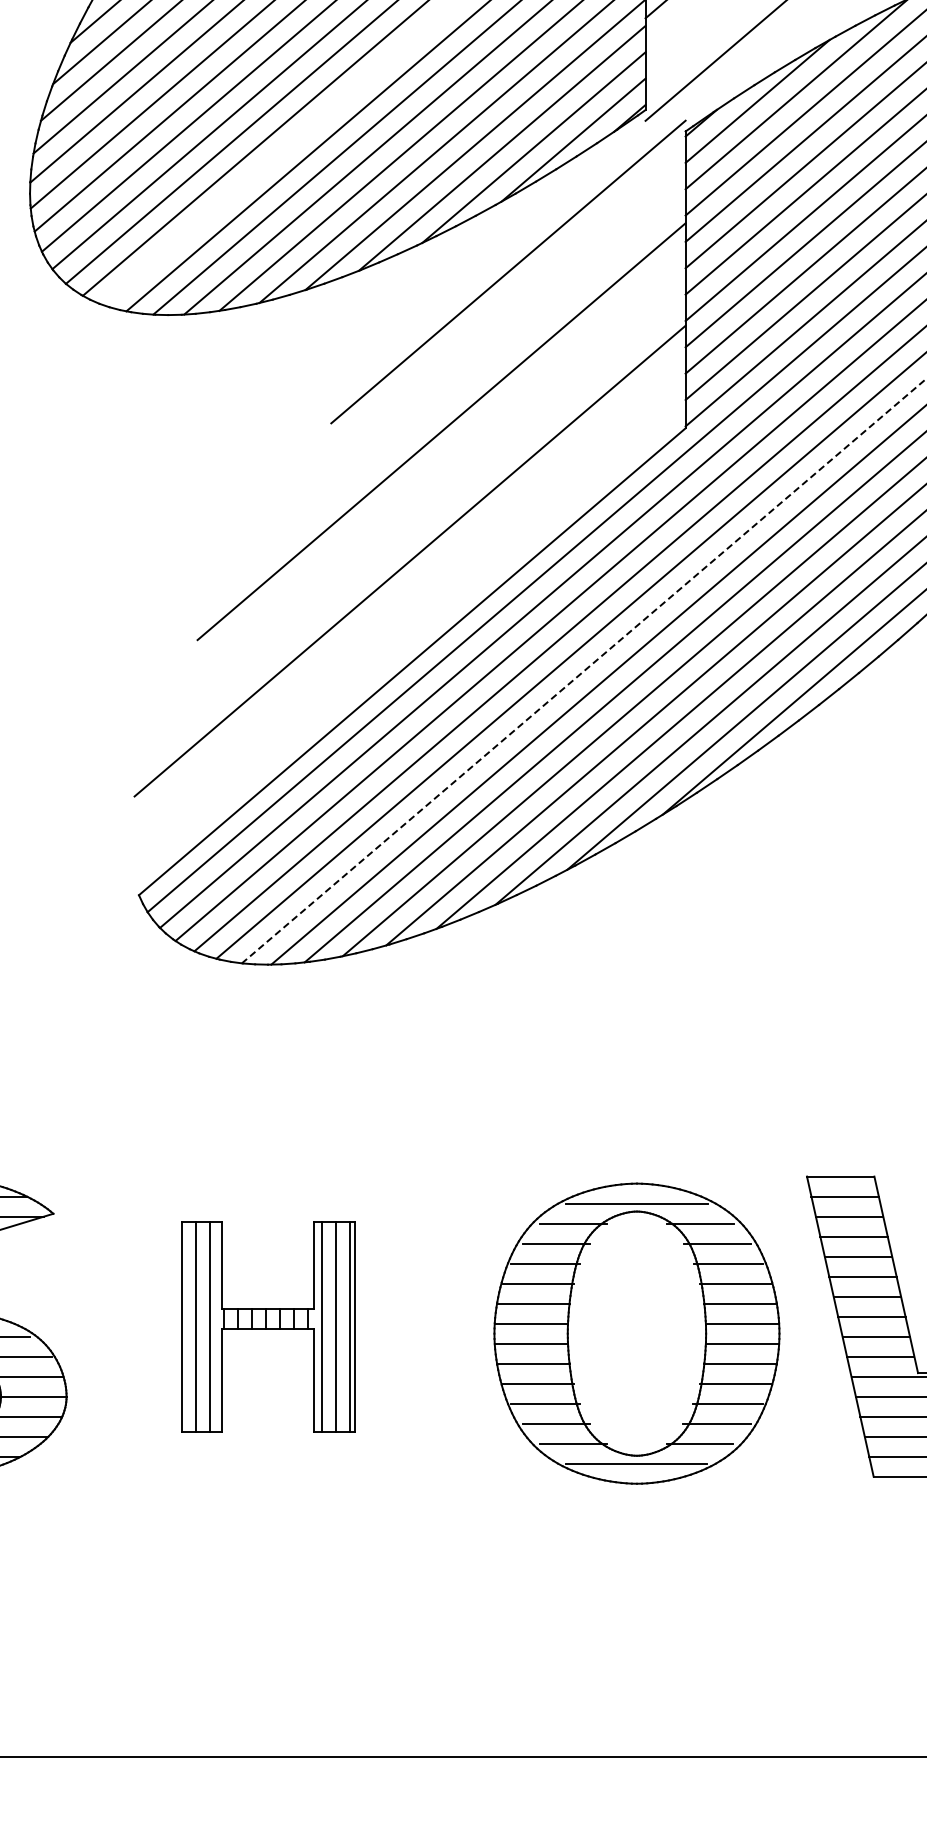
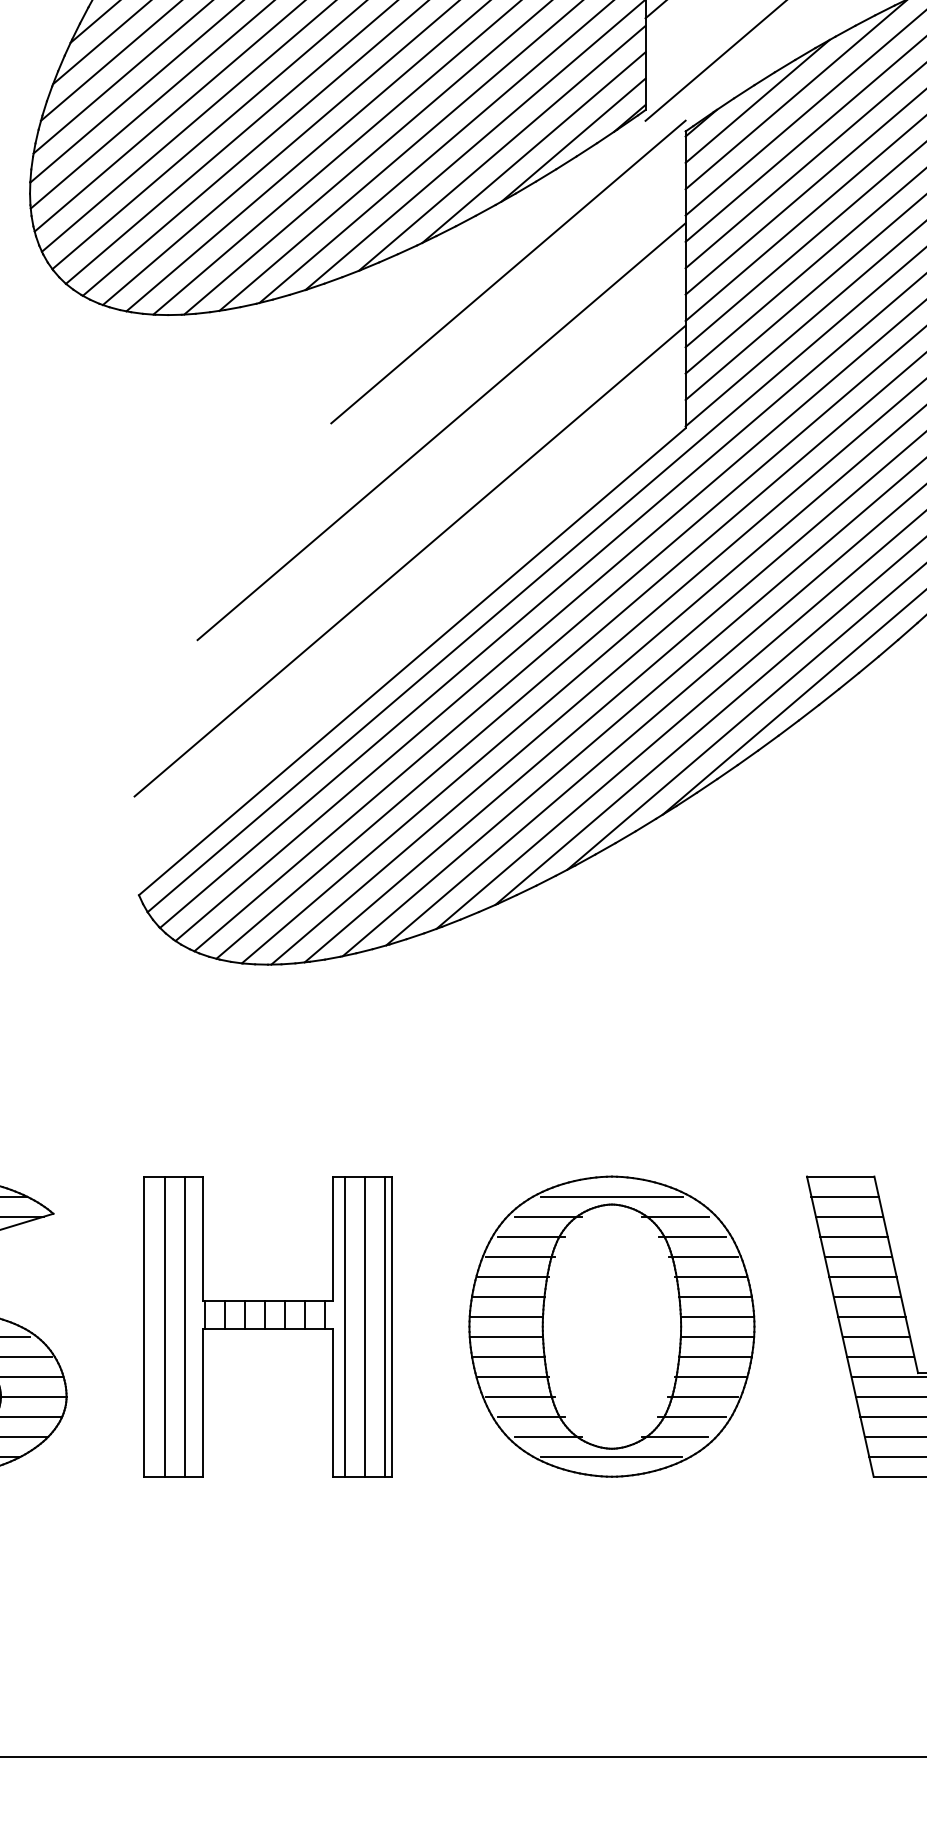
line at (279, 153): none -> present
line at (584, 671): dashed -> solid
part at (268, 1326) size: 175x212 px -> 250x302 px
part at (636, 1333) position: (636, 1333) -> (611, 1326)
